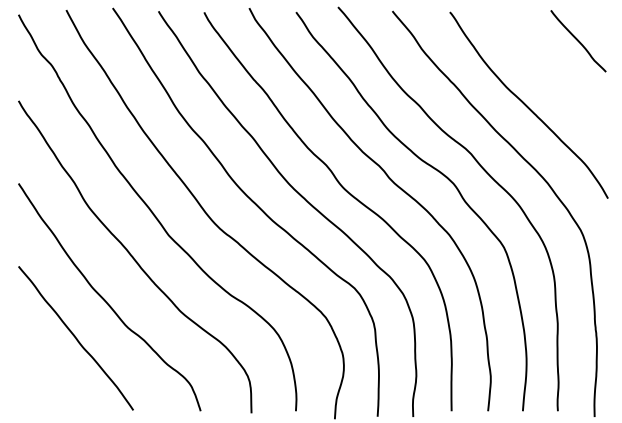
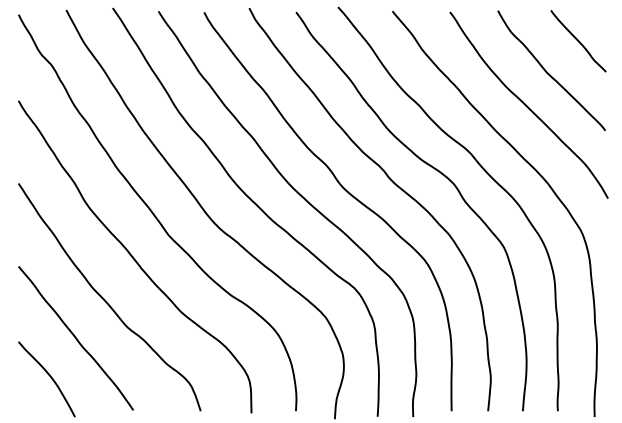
curve at (548, 72): none -> present
curve at (50, 378): none -> present
